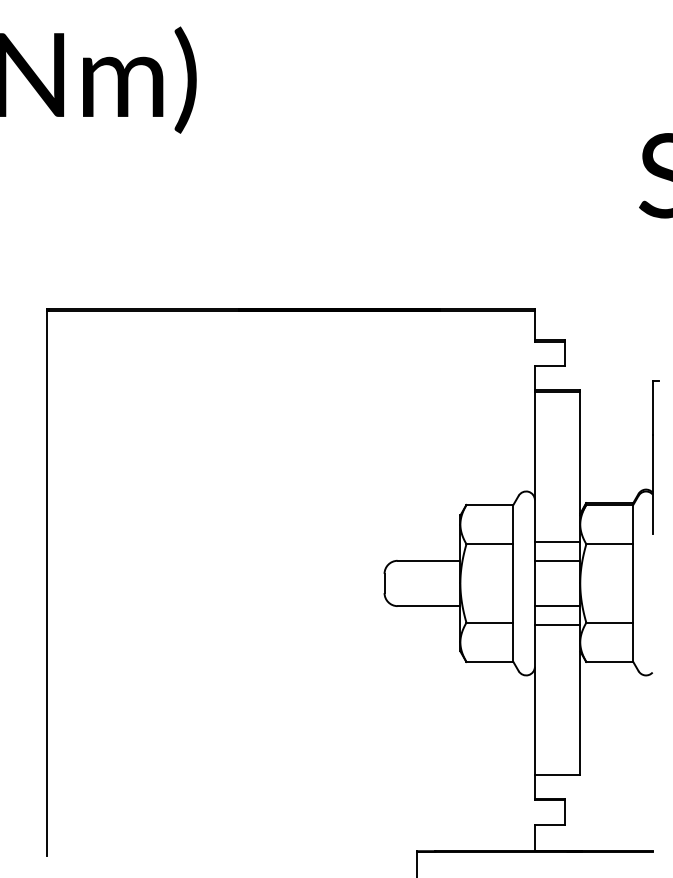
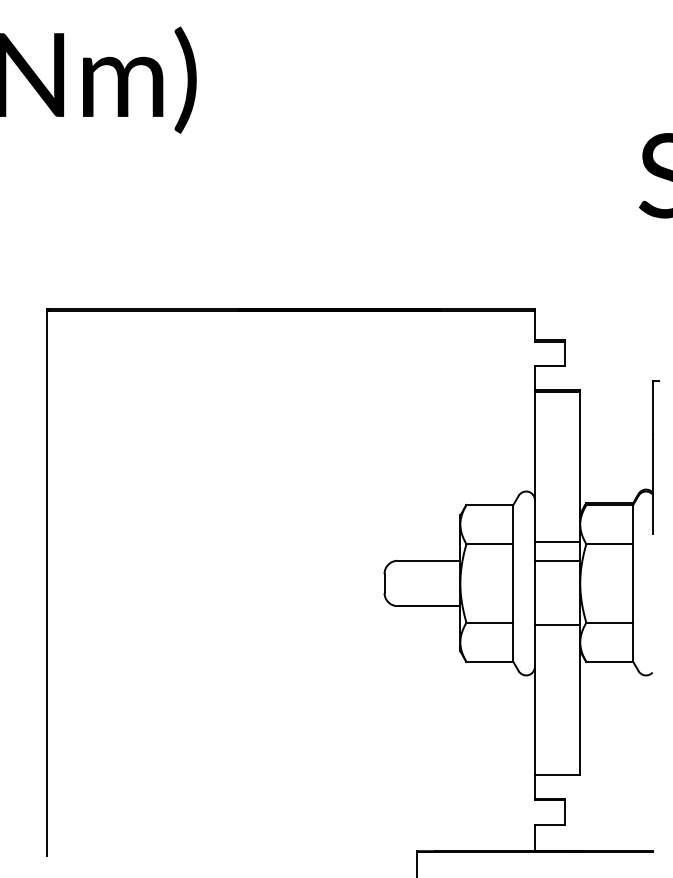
line at (557, 606): present -> none
